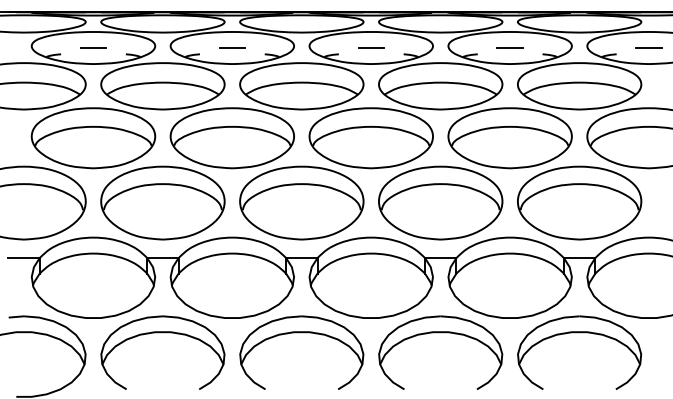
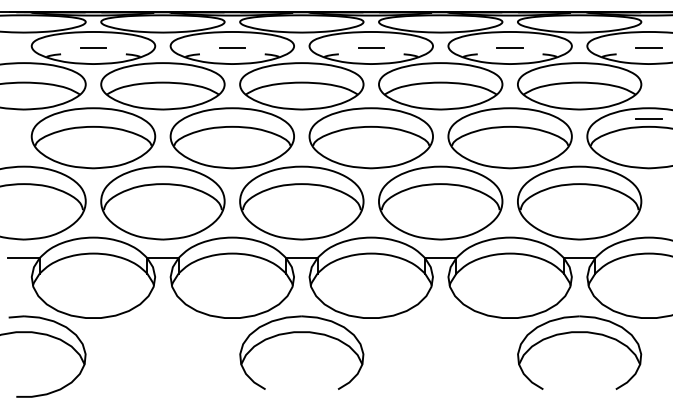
line at (648, 118): none -> present
part at (162, 333): present -> none
part at (440, 333): present -> none
